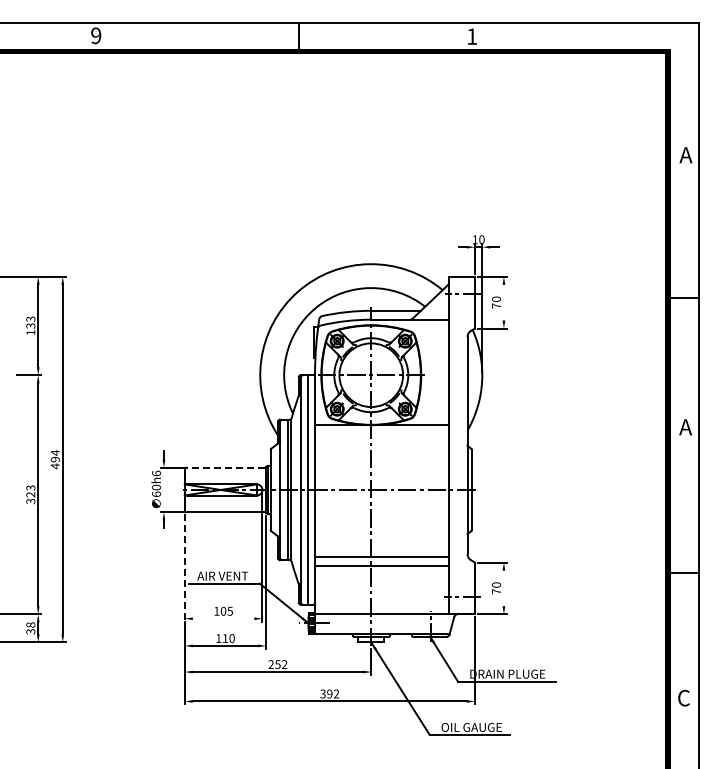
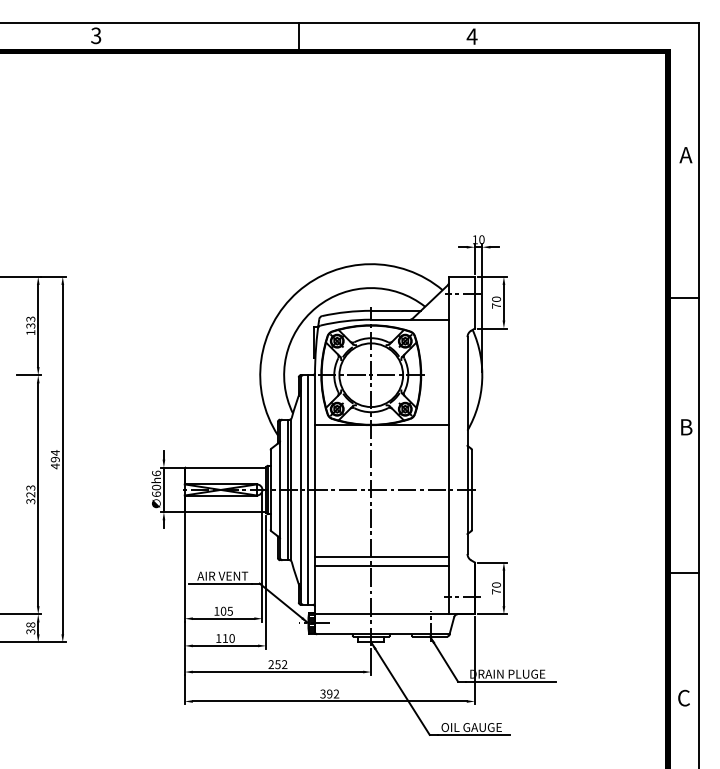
text at (96, 35): 9 -> 3
text at (471, 36): 1 -> 4
line at (503, 302): none -> present
text at (685, 427): A -> B
line at (225, 467): dashed -> solid
line at (163, 489): none -> present
line at (184, 568): dashed -> solid
line at (503, 588): none -> present
line at (223, 618): none -> present
